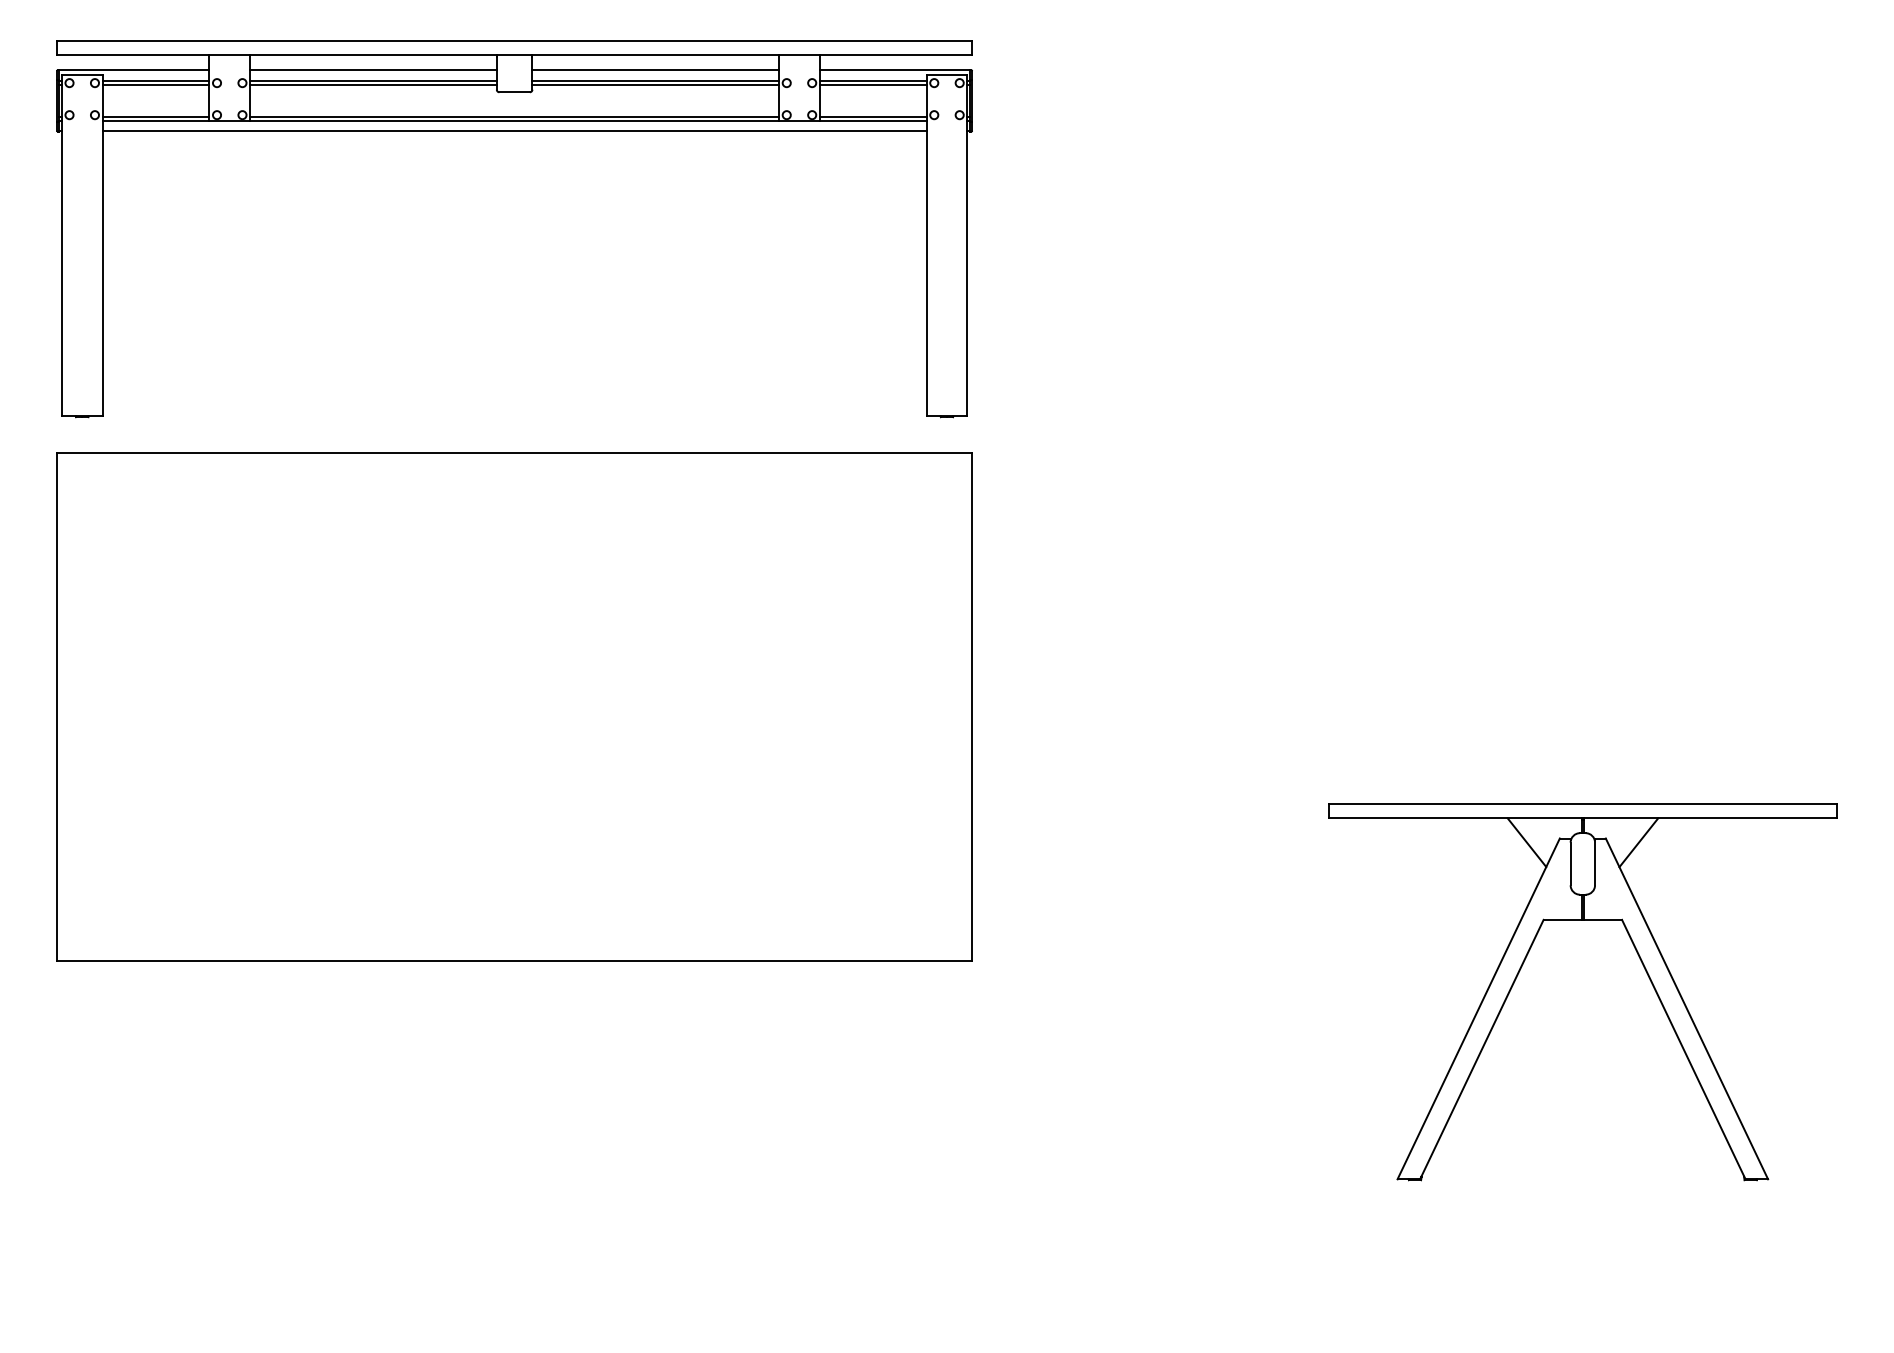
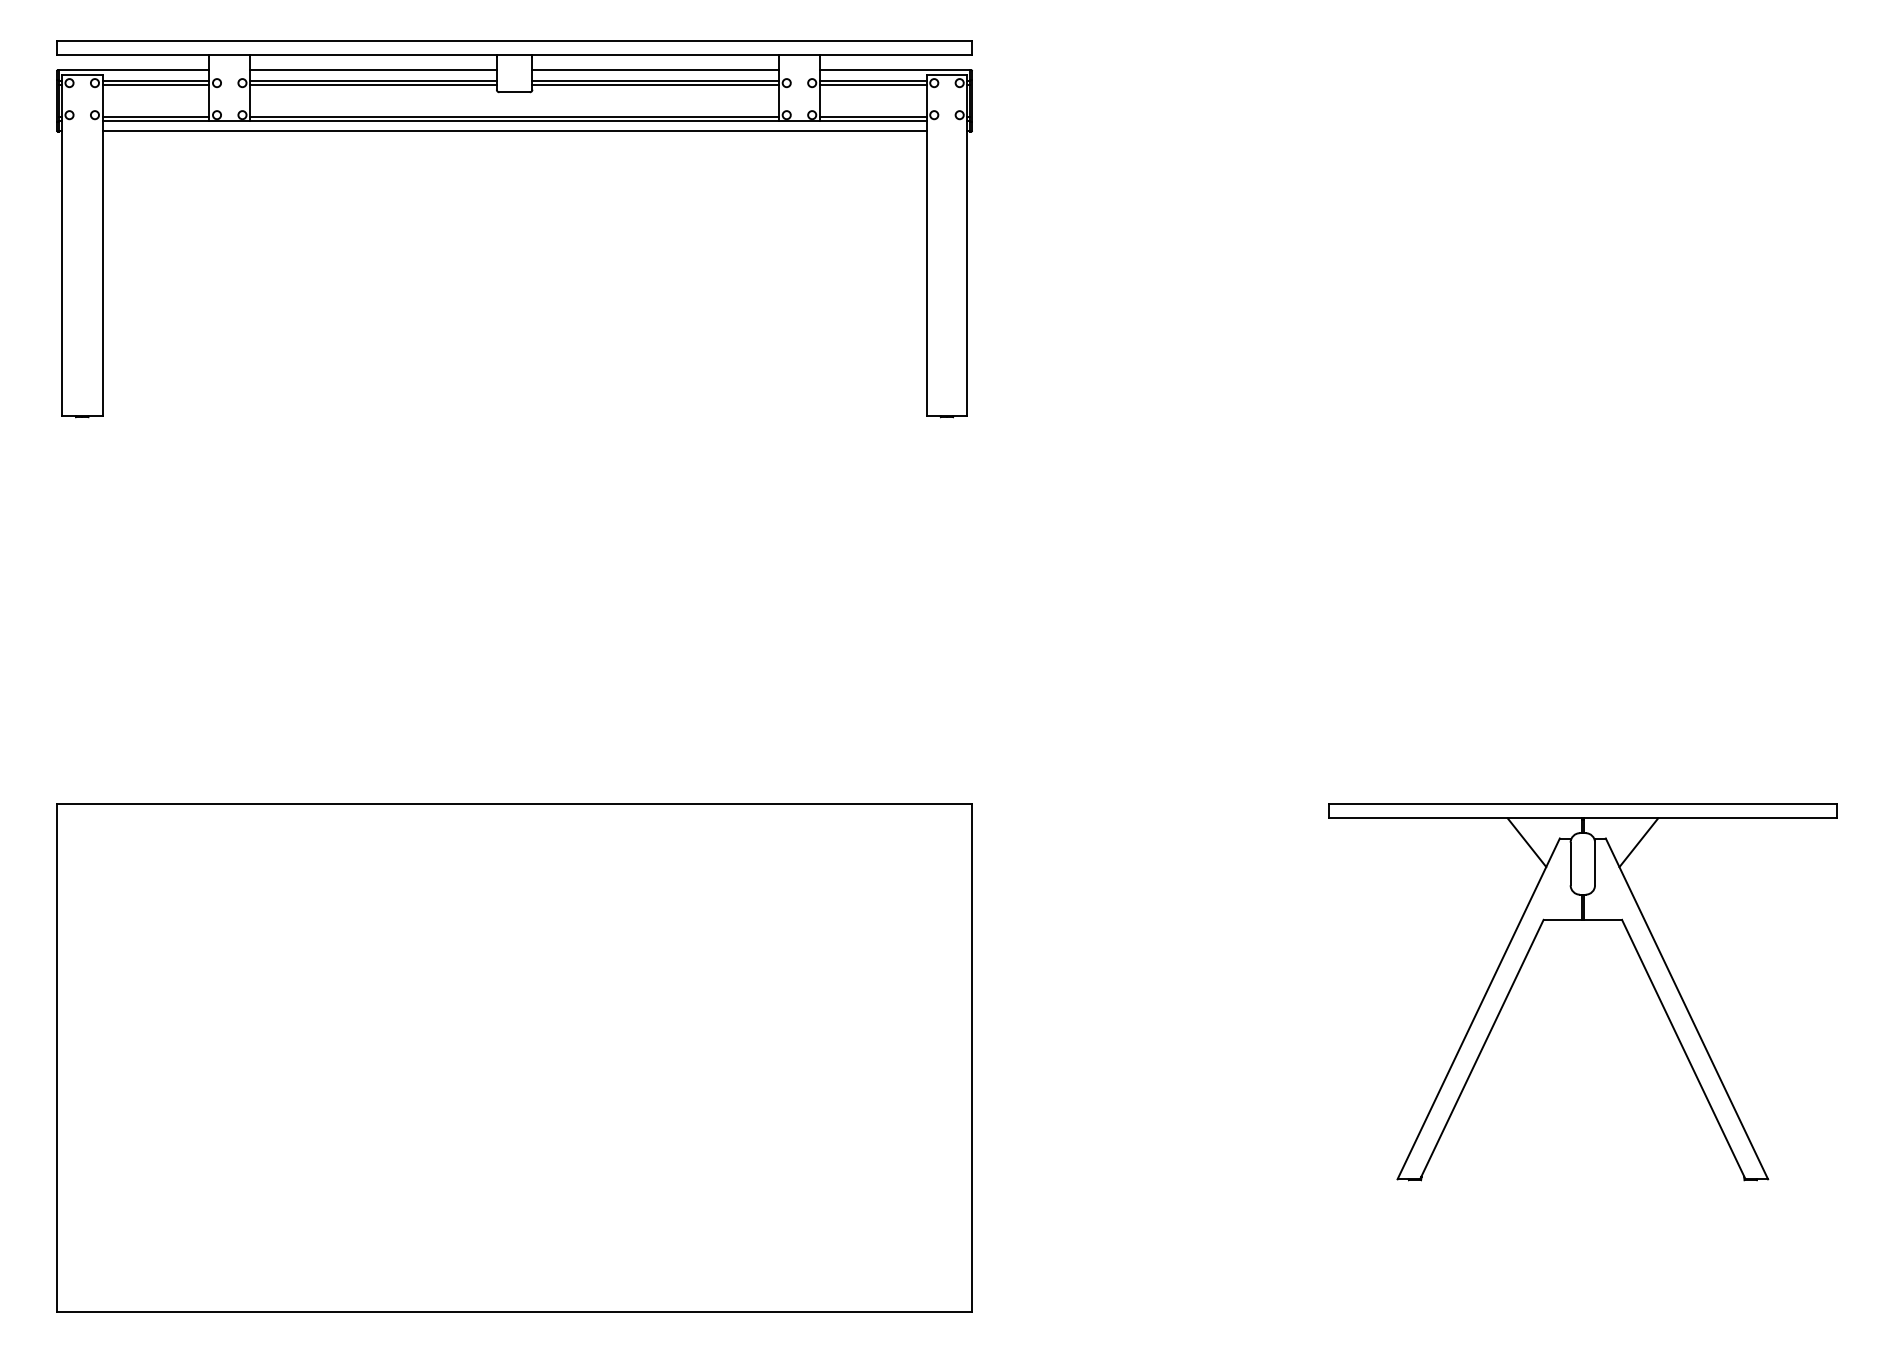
part at (514, 706) position: (514, 706) -> (514, 1057)
